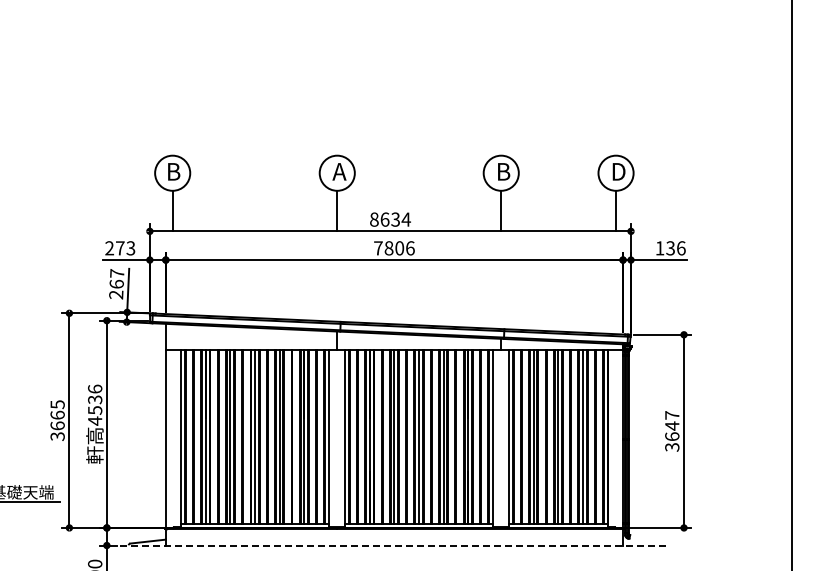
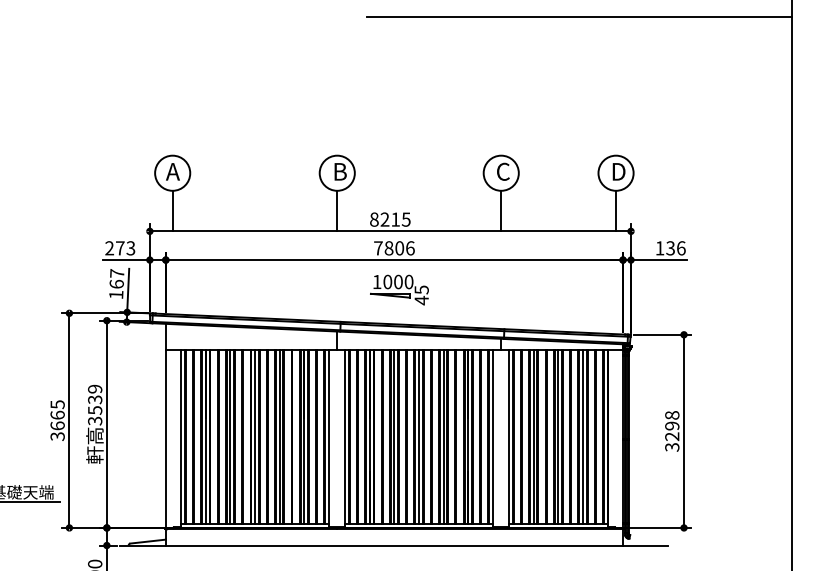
line at (579, 17): none -> present
text at (173, 171): B -> A
text at (339, 171): A -> B
text at (503, 171): B -> C
text at (395, 219): 8634 -> 8215
part at (399, 289): none -> present
text at (116, 294): 267 -> 167
text at (95, 404): 4536 -> 3539
text at (672, 426): 3647 -> 3298
line at (394, 545): dashed -> solid
